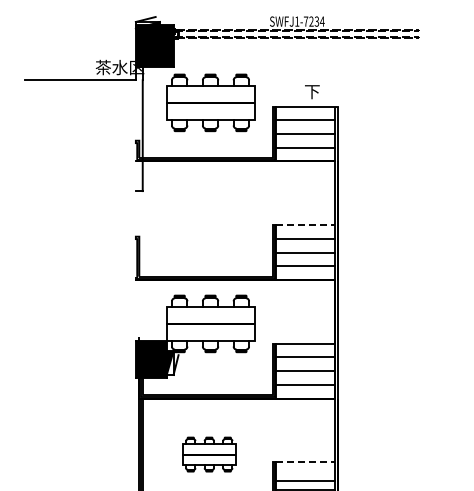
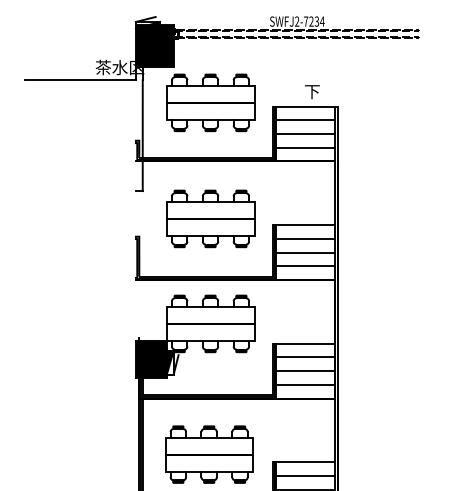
text at (297, 21): SWFJ1-7234 -> SWFJ2-7234
part at (210, 218): none -> present
line at (306, 225): dashed -> solid
part at (209, 454) size: 55x37 px -> 89x59 px
line at (306, 462): dashed -> solid
line at (305, 481) position: (305, 481) -> (305, 476)
